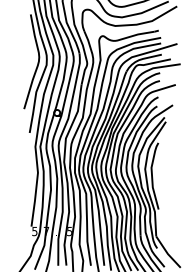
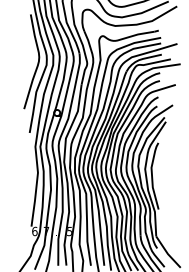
text at (34, 231): 5 -> 6
